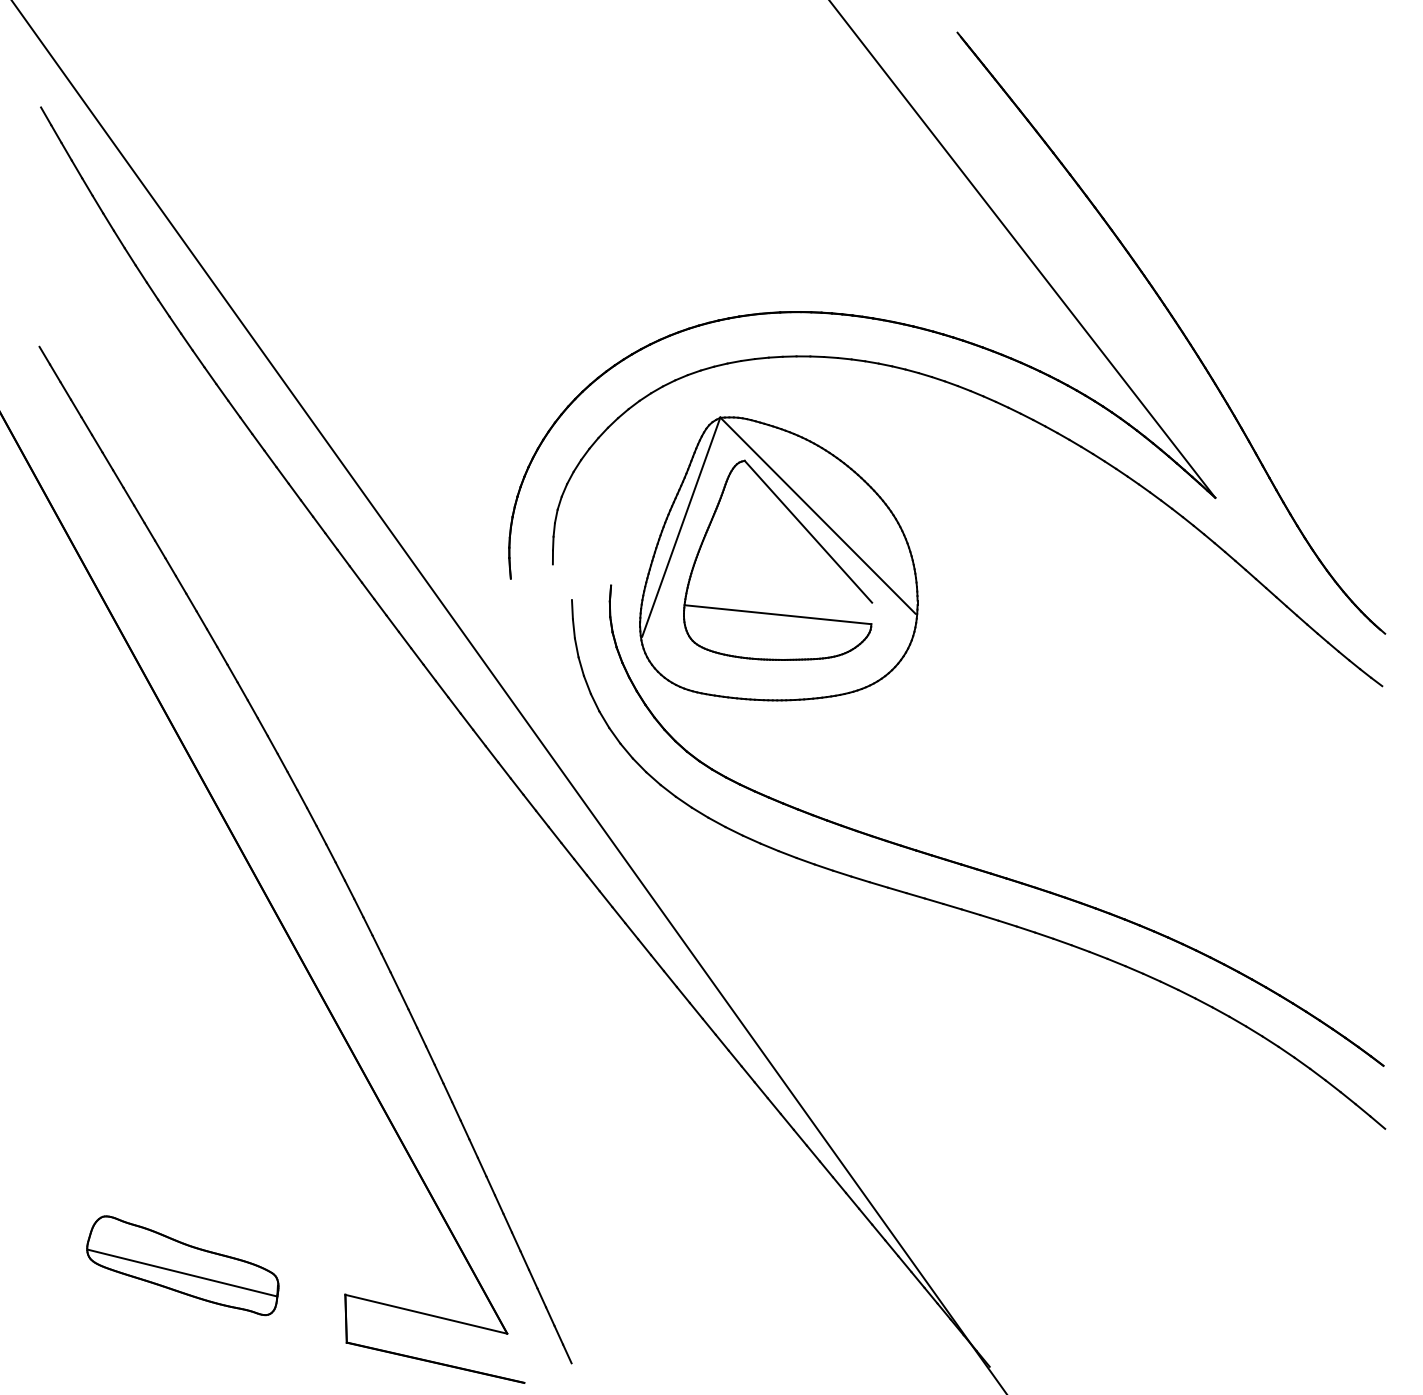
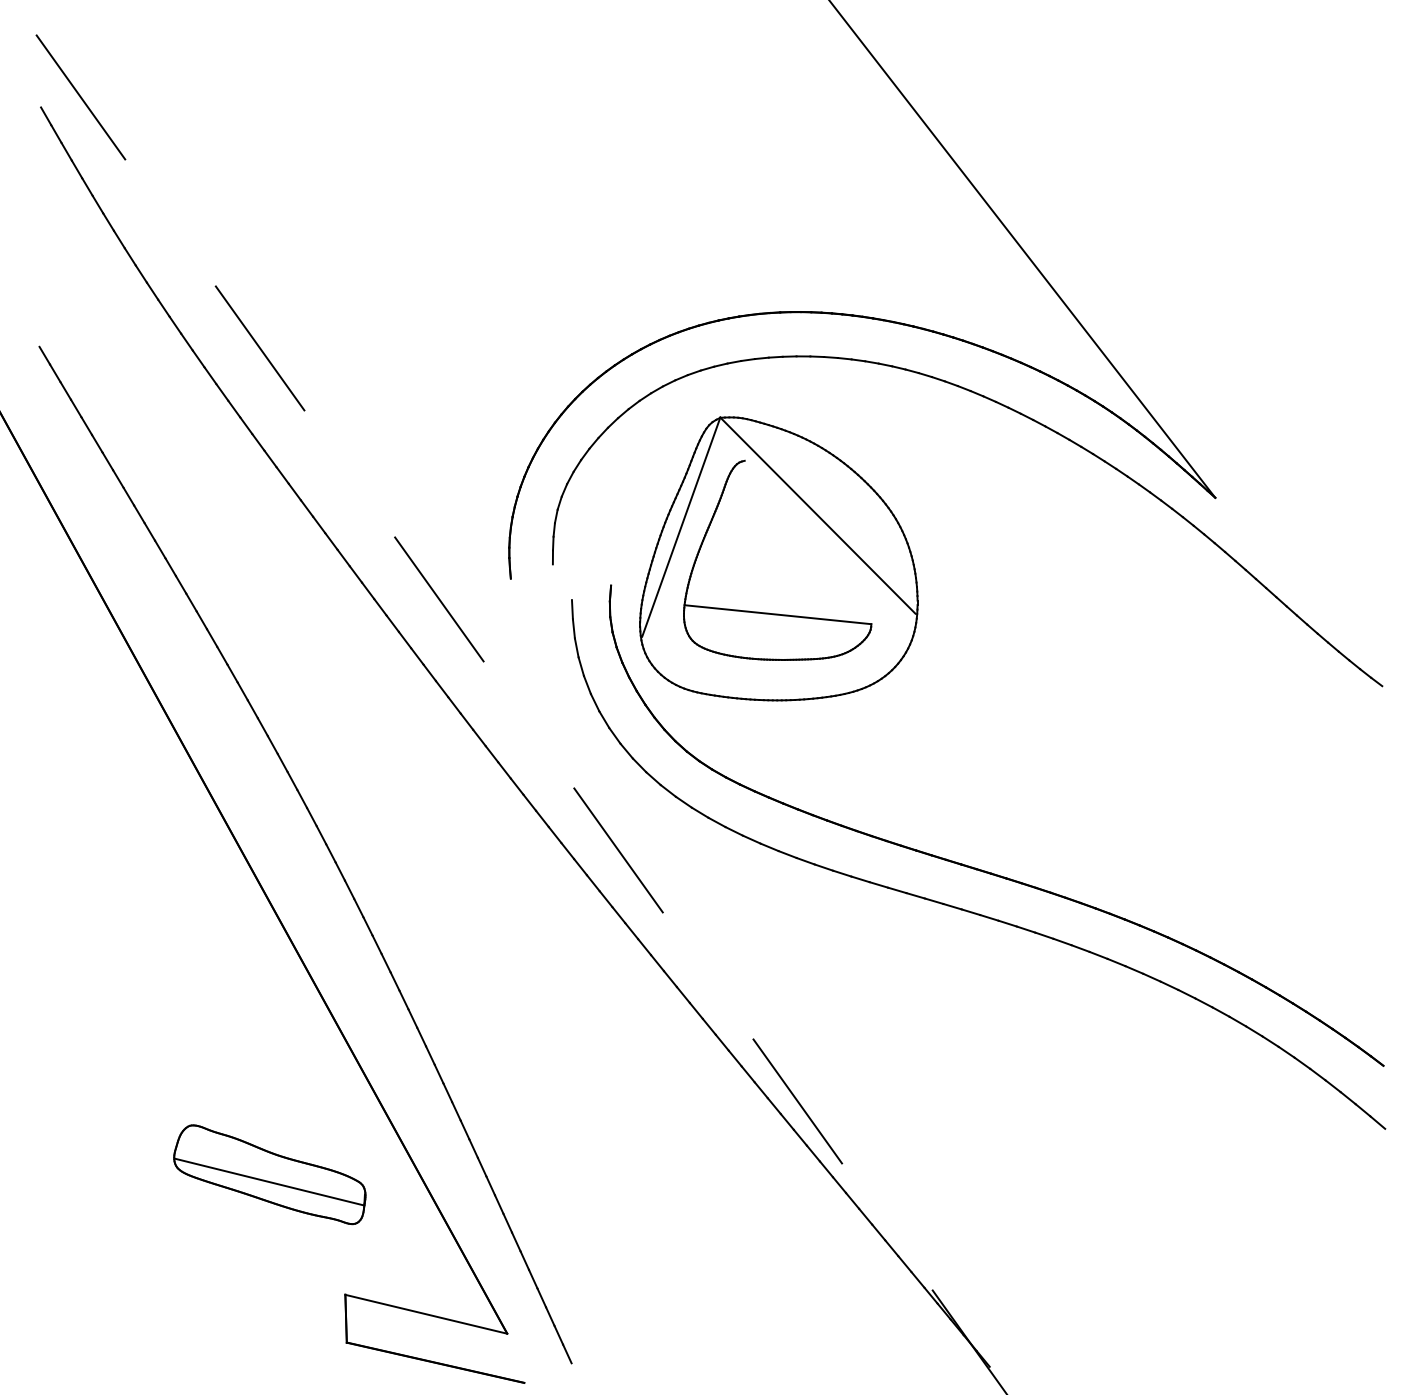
part at (1178, 328): present -> none
line at (808, 531): present -> none
line at (509, 697): solid -> dashed
part at (182, 1265) position: (182, 1265) -> (269, 1174)
